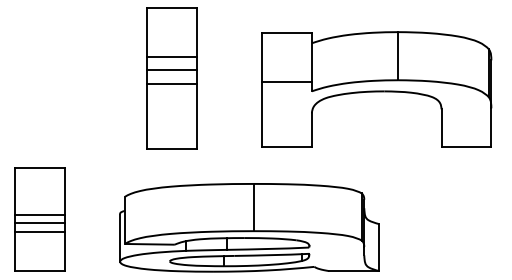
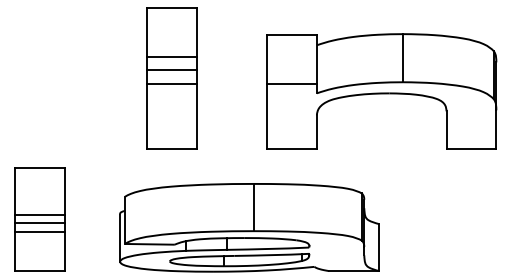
part at (376, 89) position: (376, 89) -> (381, 91)
